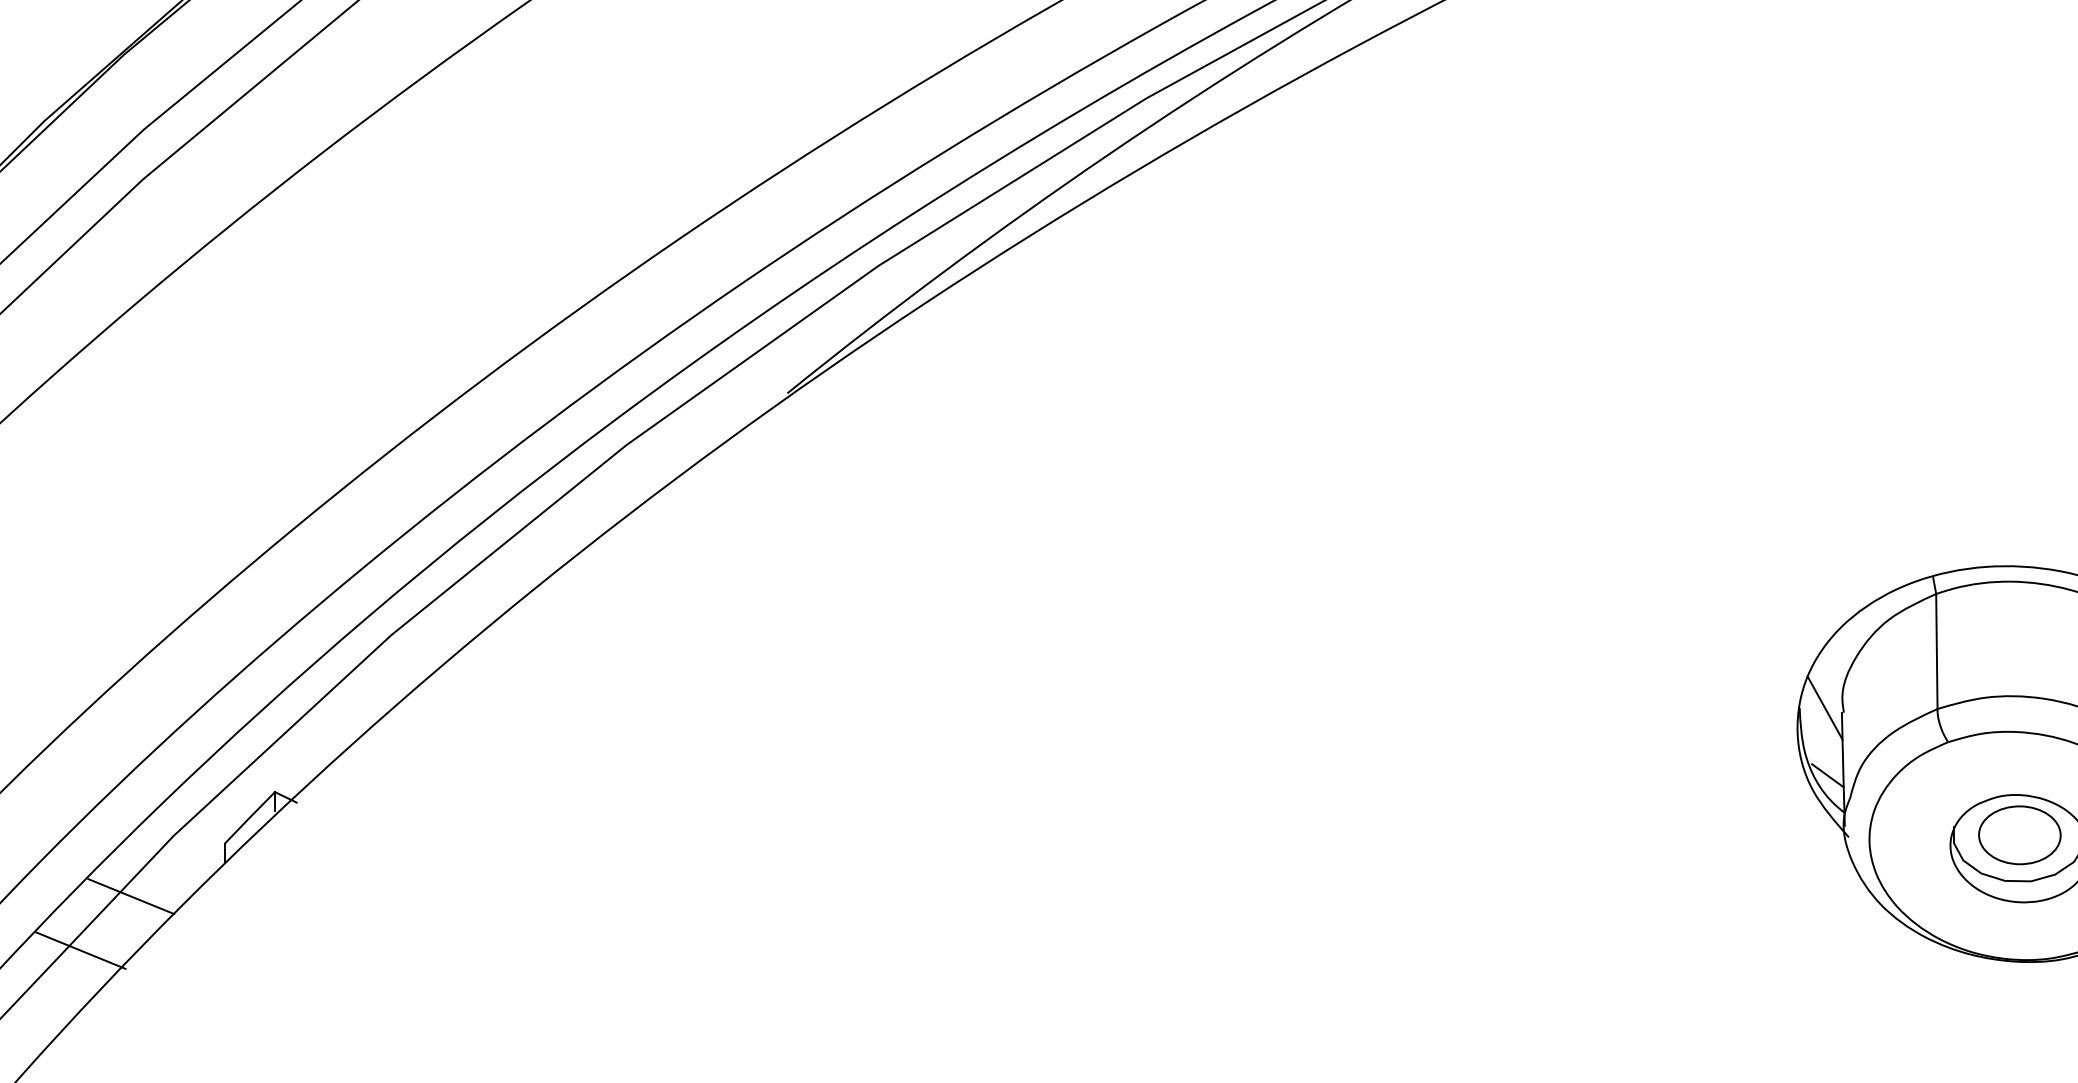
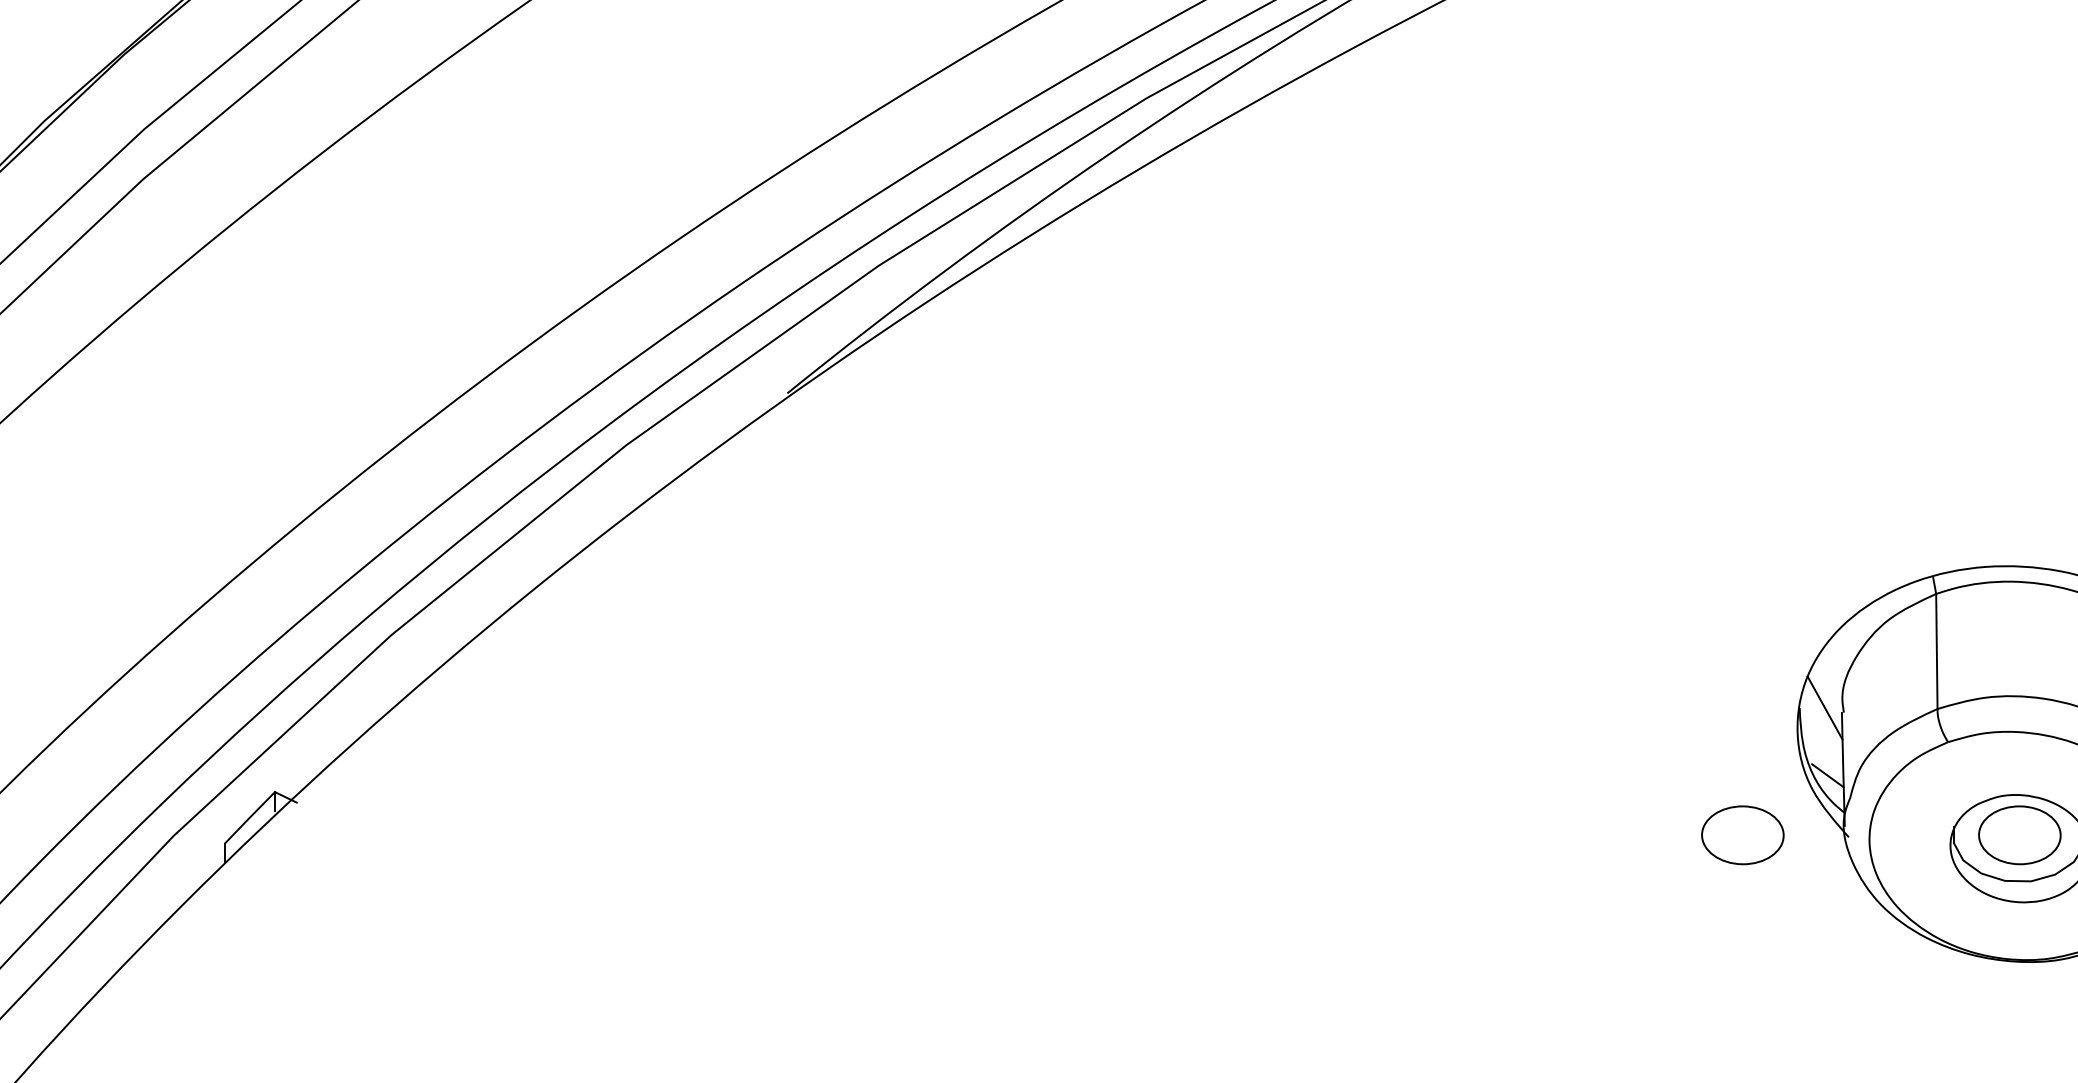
part at (1742, 835): none -> present
line at (131, 896): present -> none
line at (80, 950): present -> none
